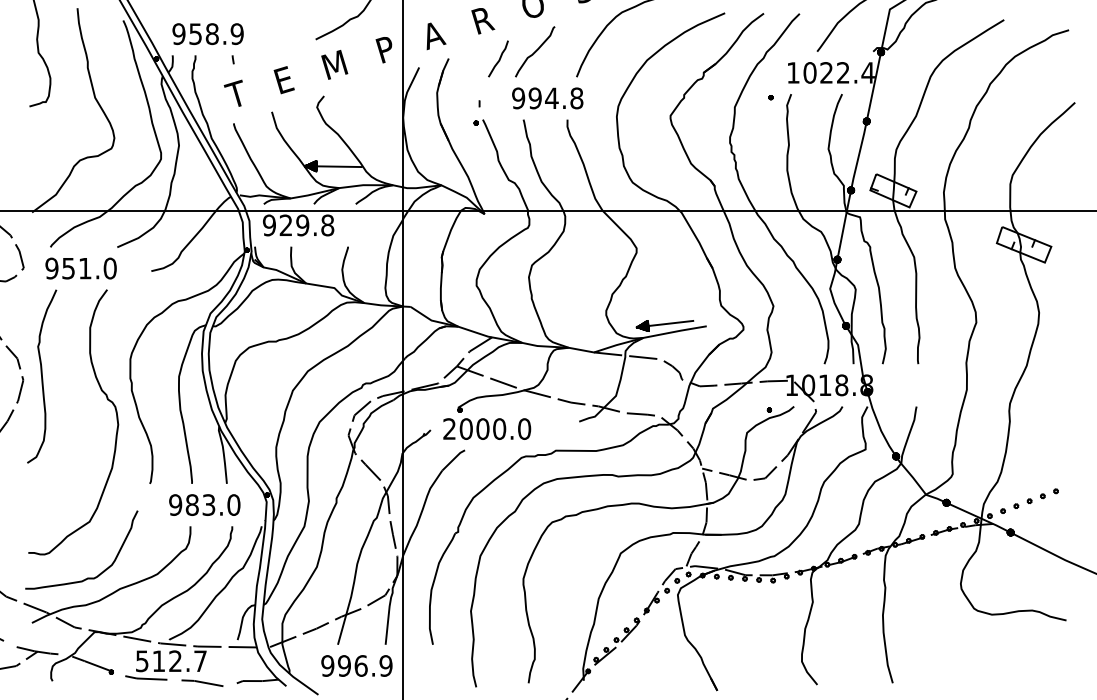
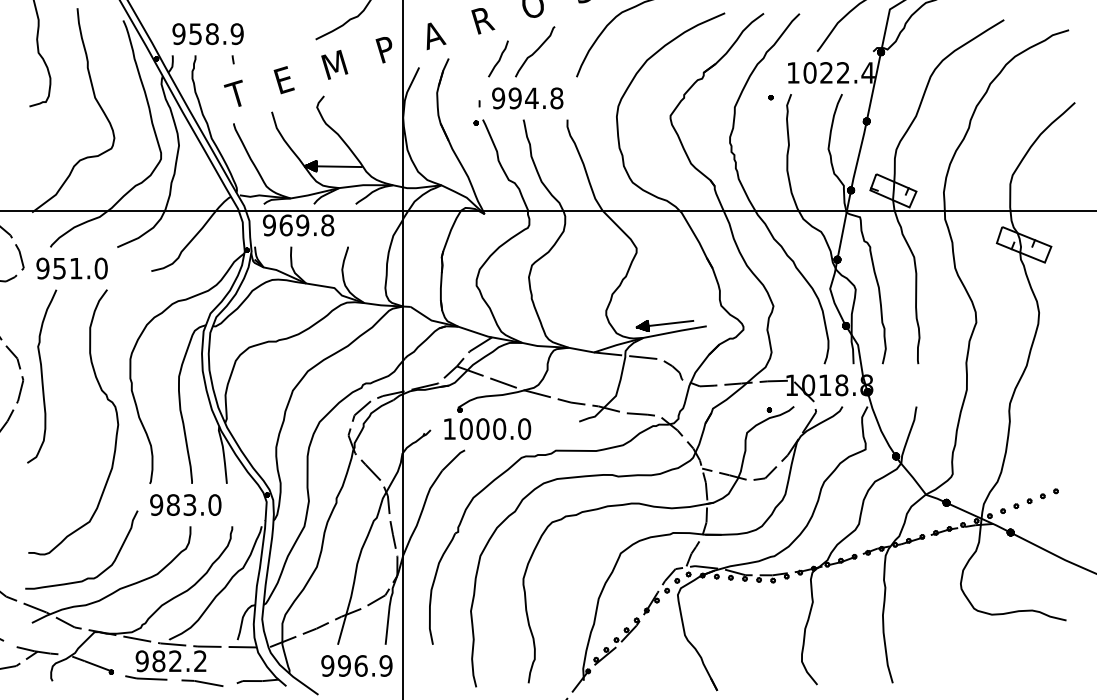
text at (547, 98) position: (547, 98) -> (527, 98)
text at (285, 225): 929.8 -> 969.8
text at (80, 268) position: (80, 268) -> (71, 268)
text at (449, 428): 2000.0 -> 1000.0
text at (204, 504) position: (204, 504) -> (185, 504)
text at (170, 661): 512.7 -> 982.2
